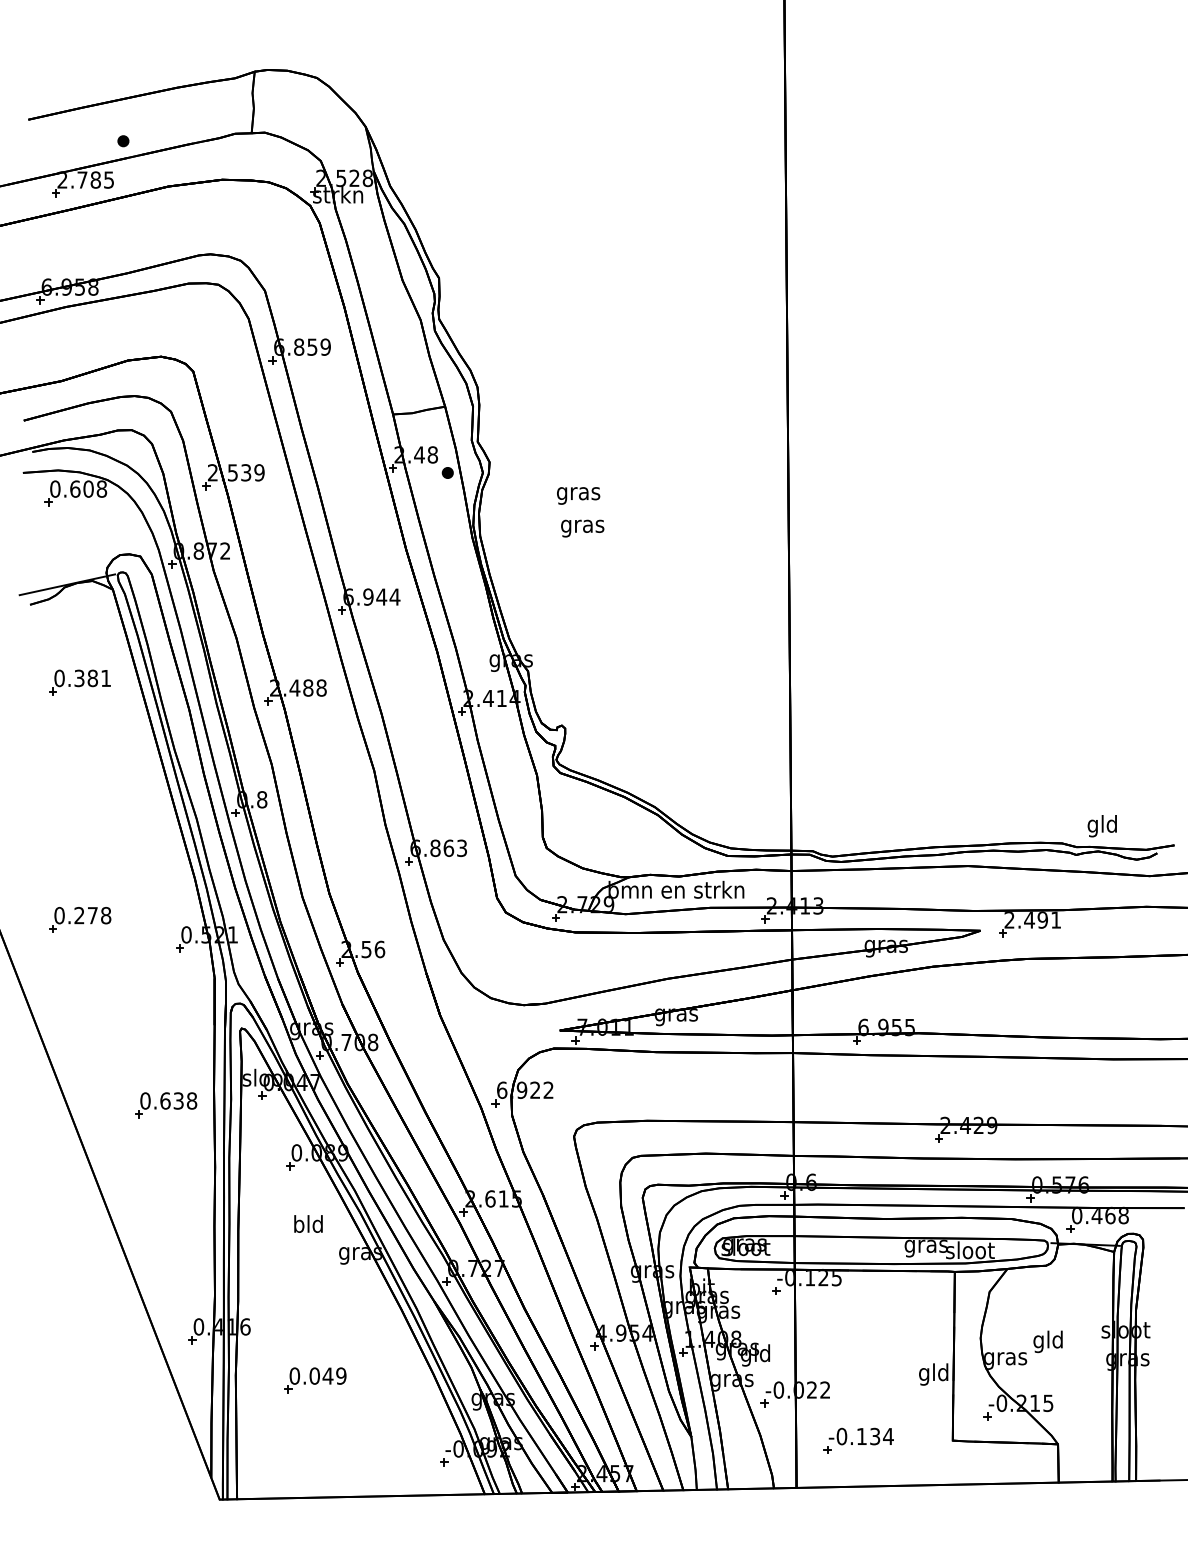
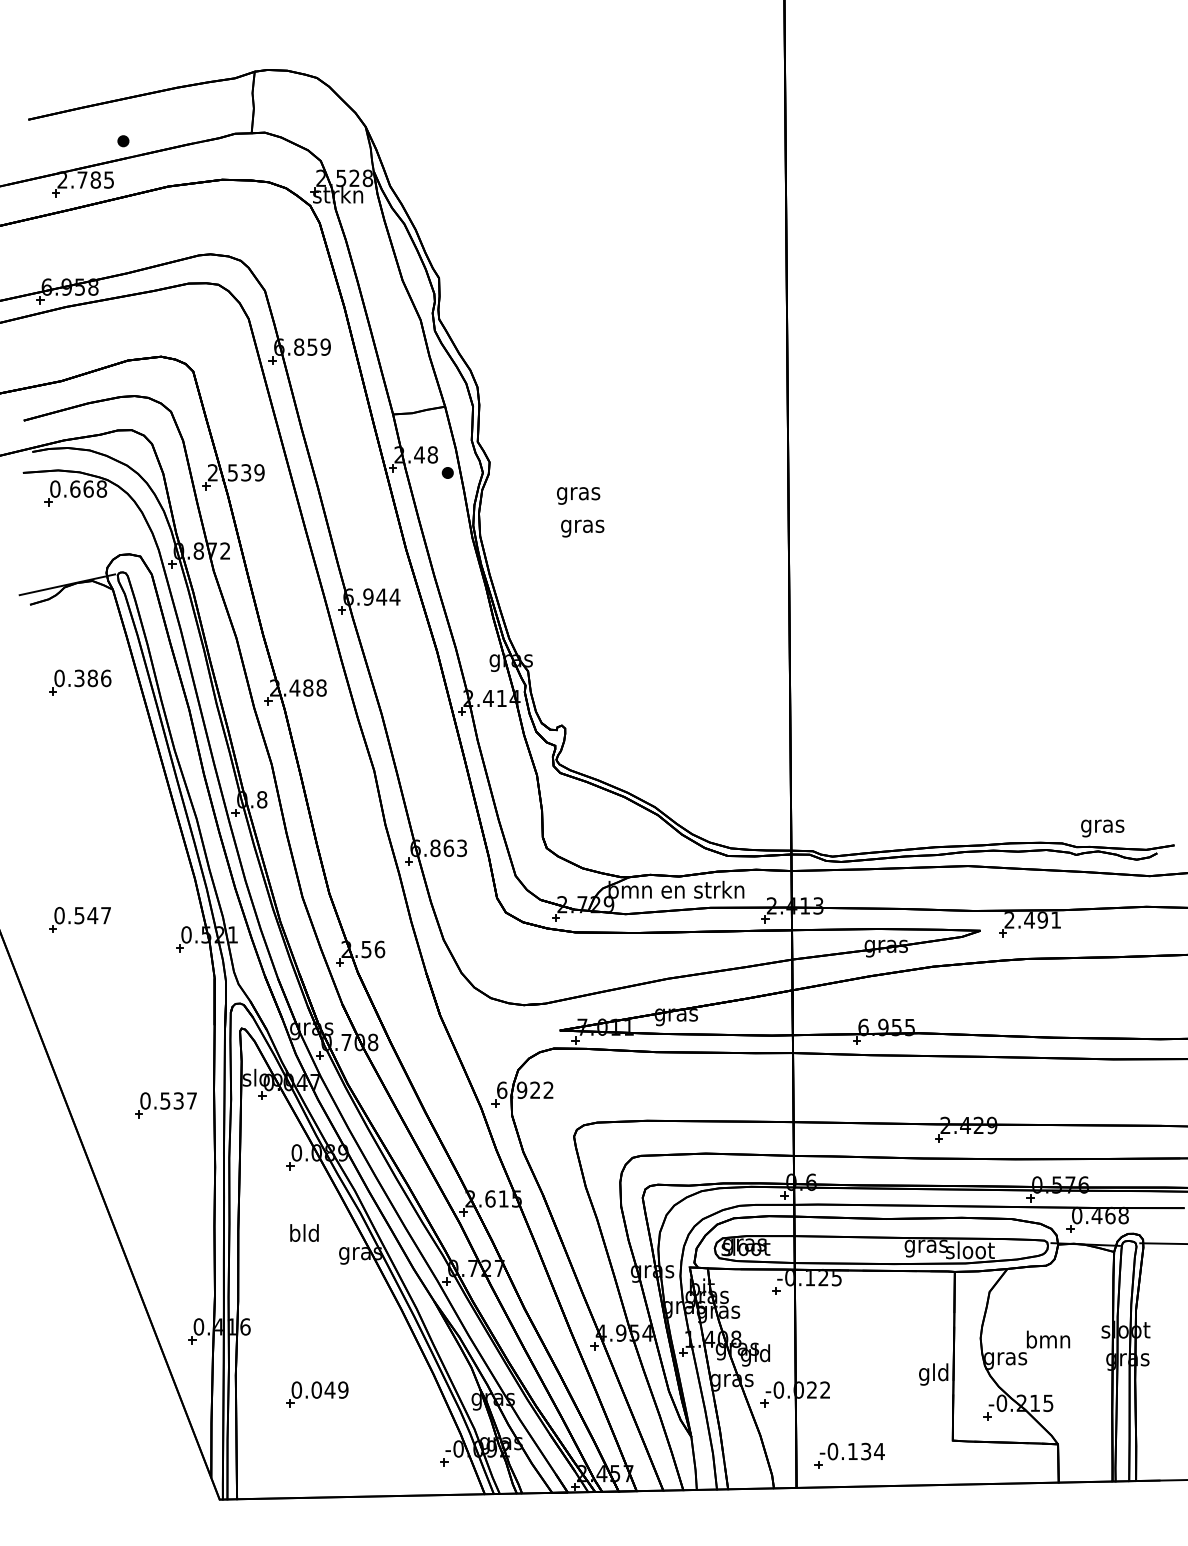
text at (88, 488): 0.608 -> 0.668
text at (106, 678): 0.381 -> 0.386
text at (1102, 826): gld -> gras
text at (92, 915): 0.278 -> 0.547
text at (178, 1100): 0.638 -> 0.537
text at (308, 1223) position: (308, 1223) -> (304, 1232)
line at (1162, 1243): none -> present
text at (1048, 1341): gld -> bmn
part at (315, 1380) position: (315, 1380) -> (317, 1394)
part at (858, 1440) position: (858, 1440) -> (849, 1455)
